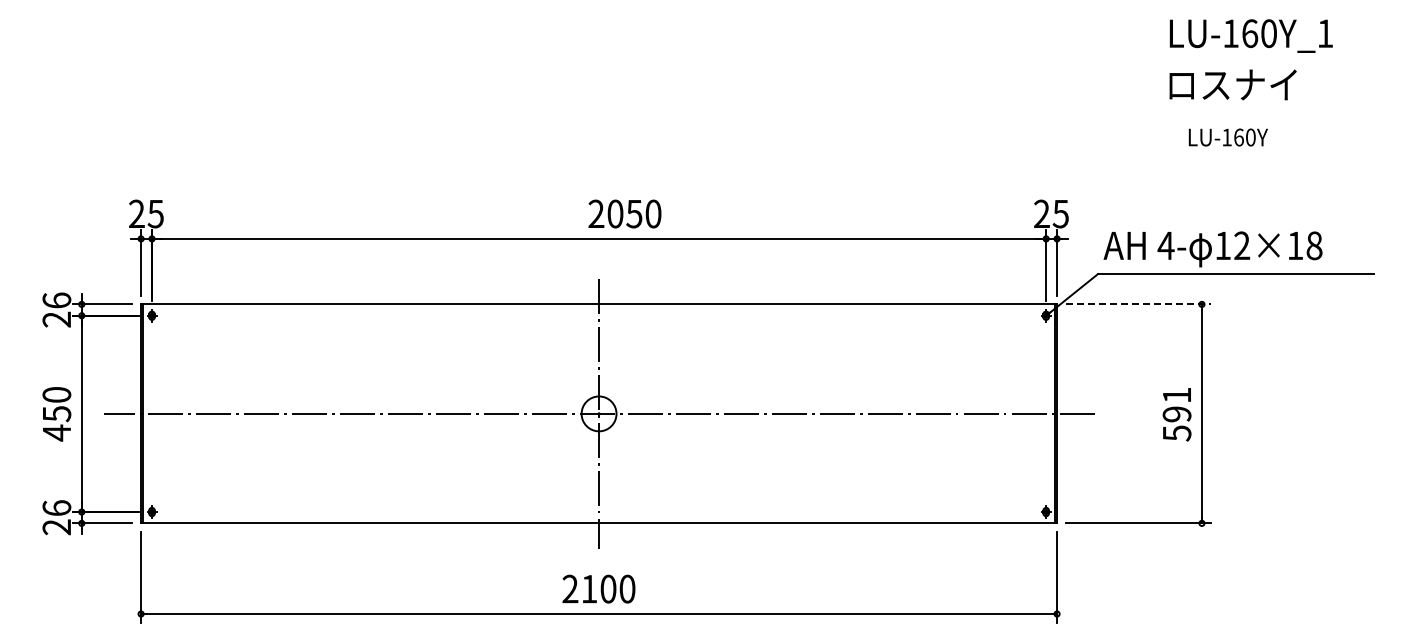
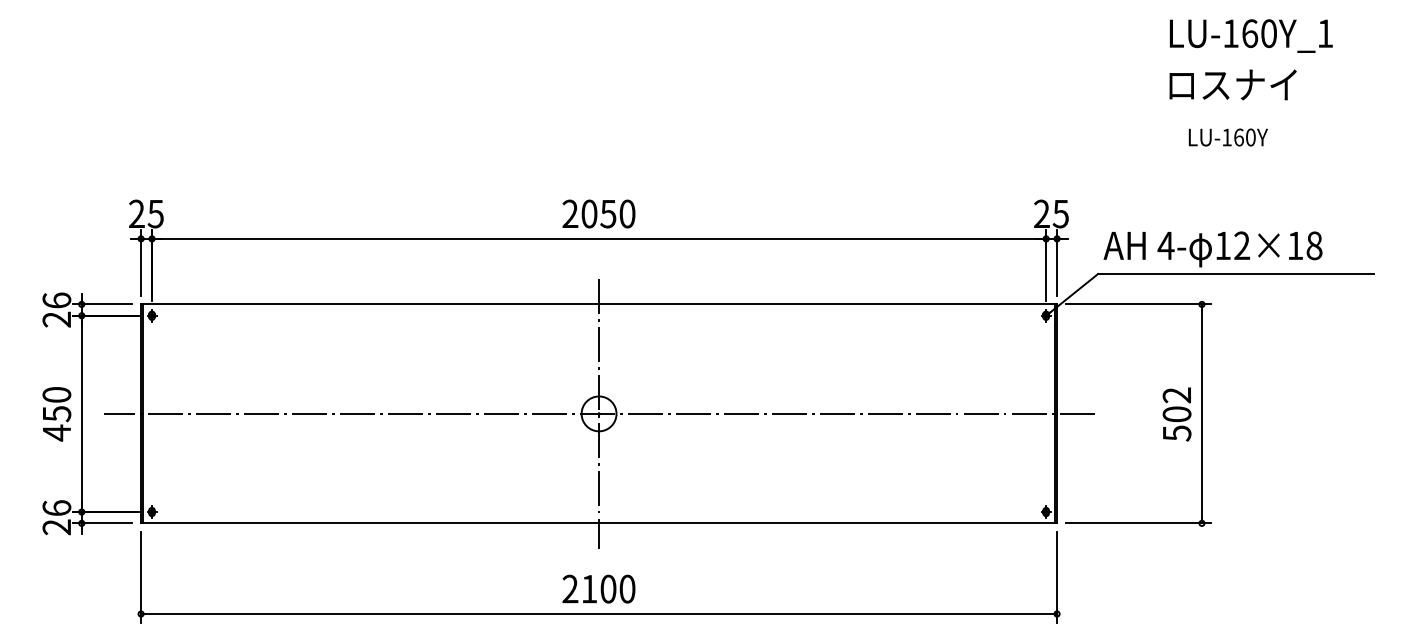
text at (624, 213) position: (624, 213) -> (598, 213)
line at (1138, 304): dashed -> solid
text at (1176, 404): 591 -> 502
